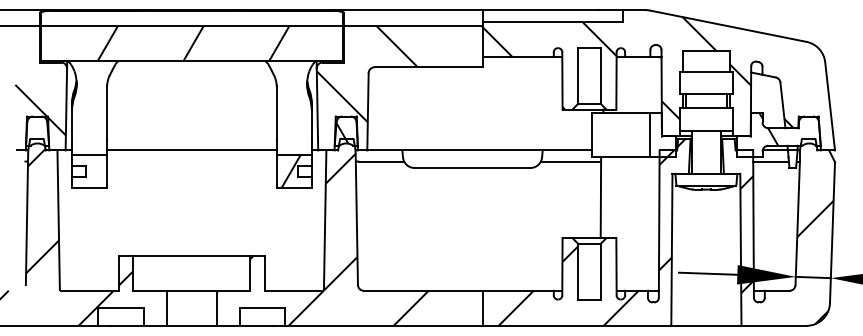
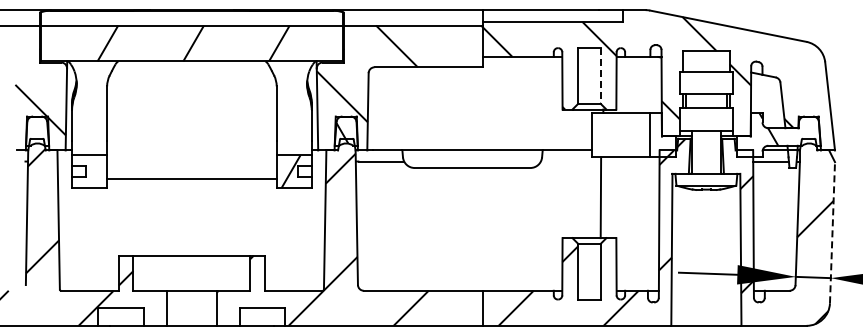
line at (600, 75): solid -> dashed
line at (191, 150) position: (191, 150) -> (191, 179)
line at (570, 161): present -> none
line at (832, 232): solid -> dashed
